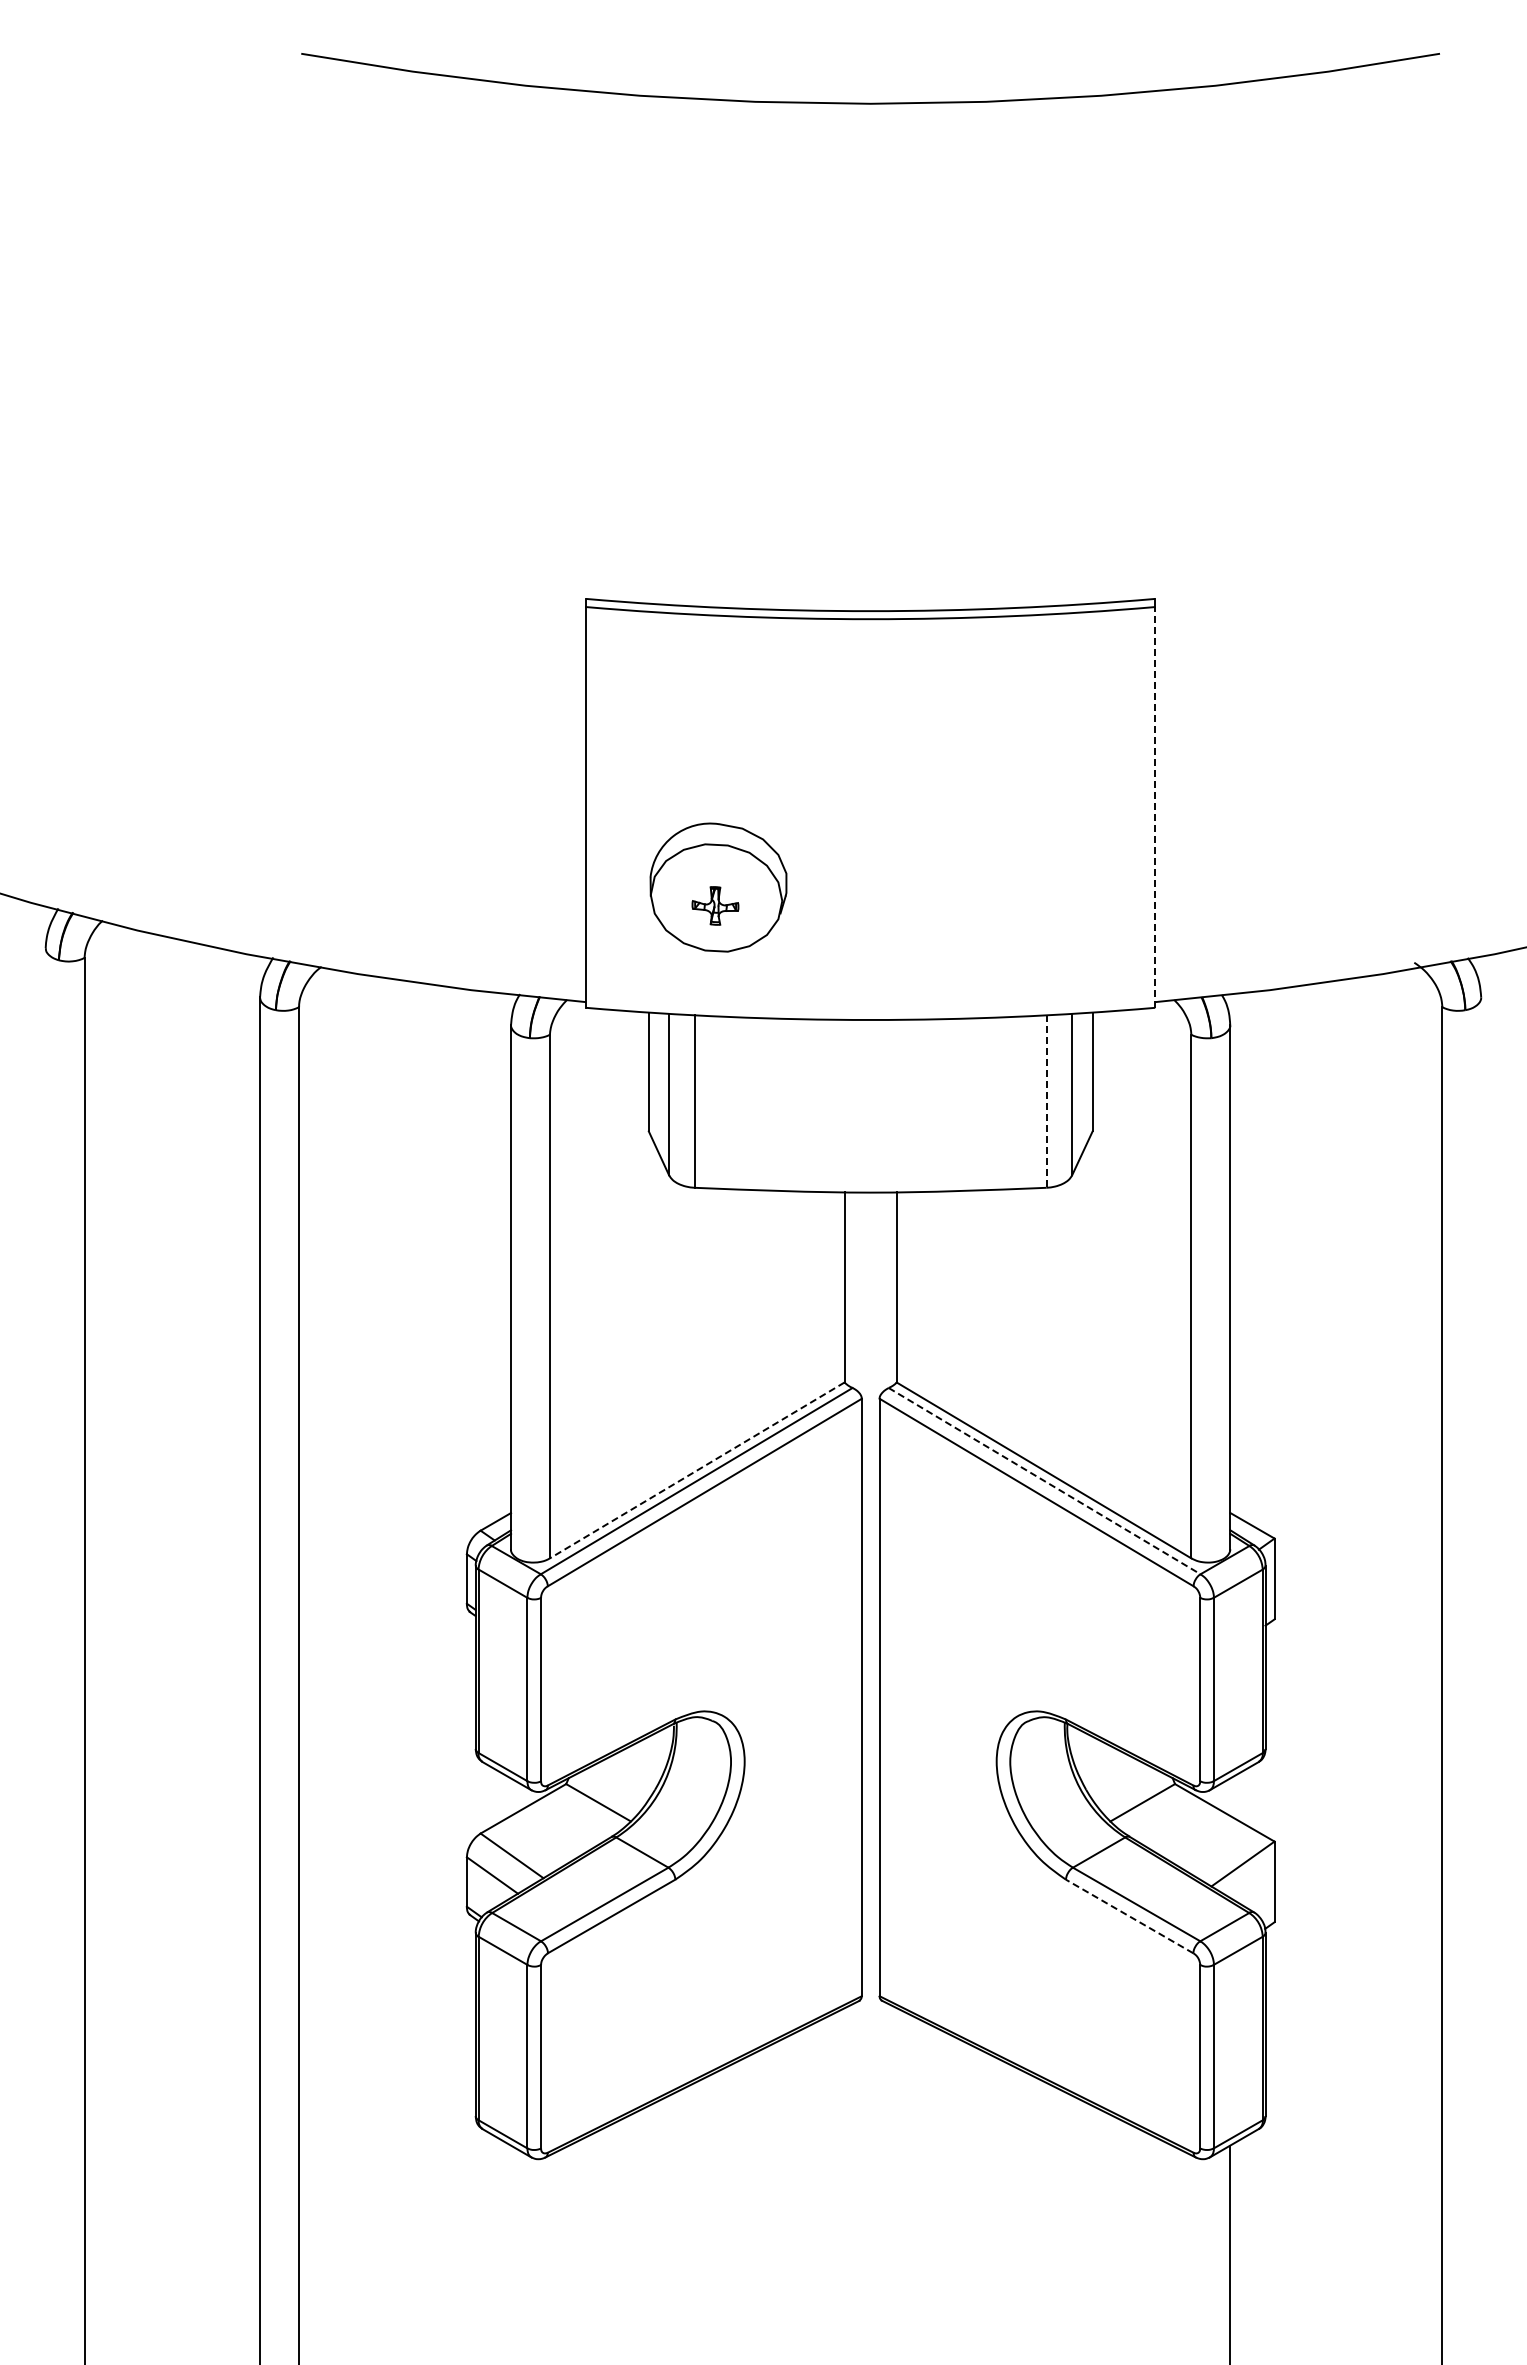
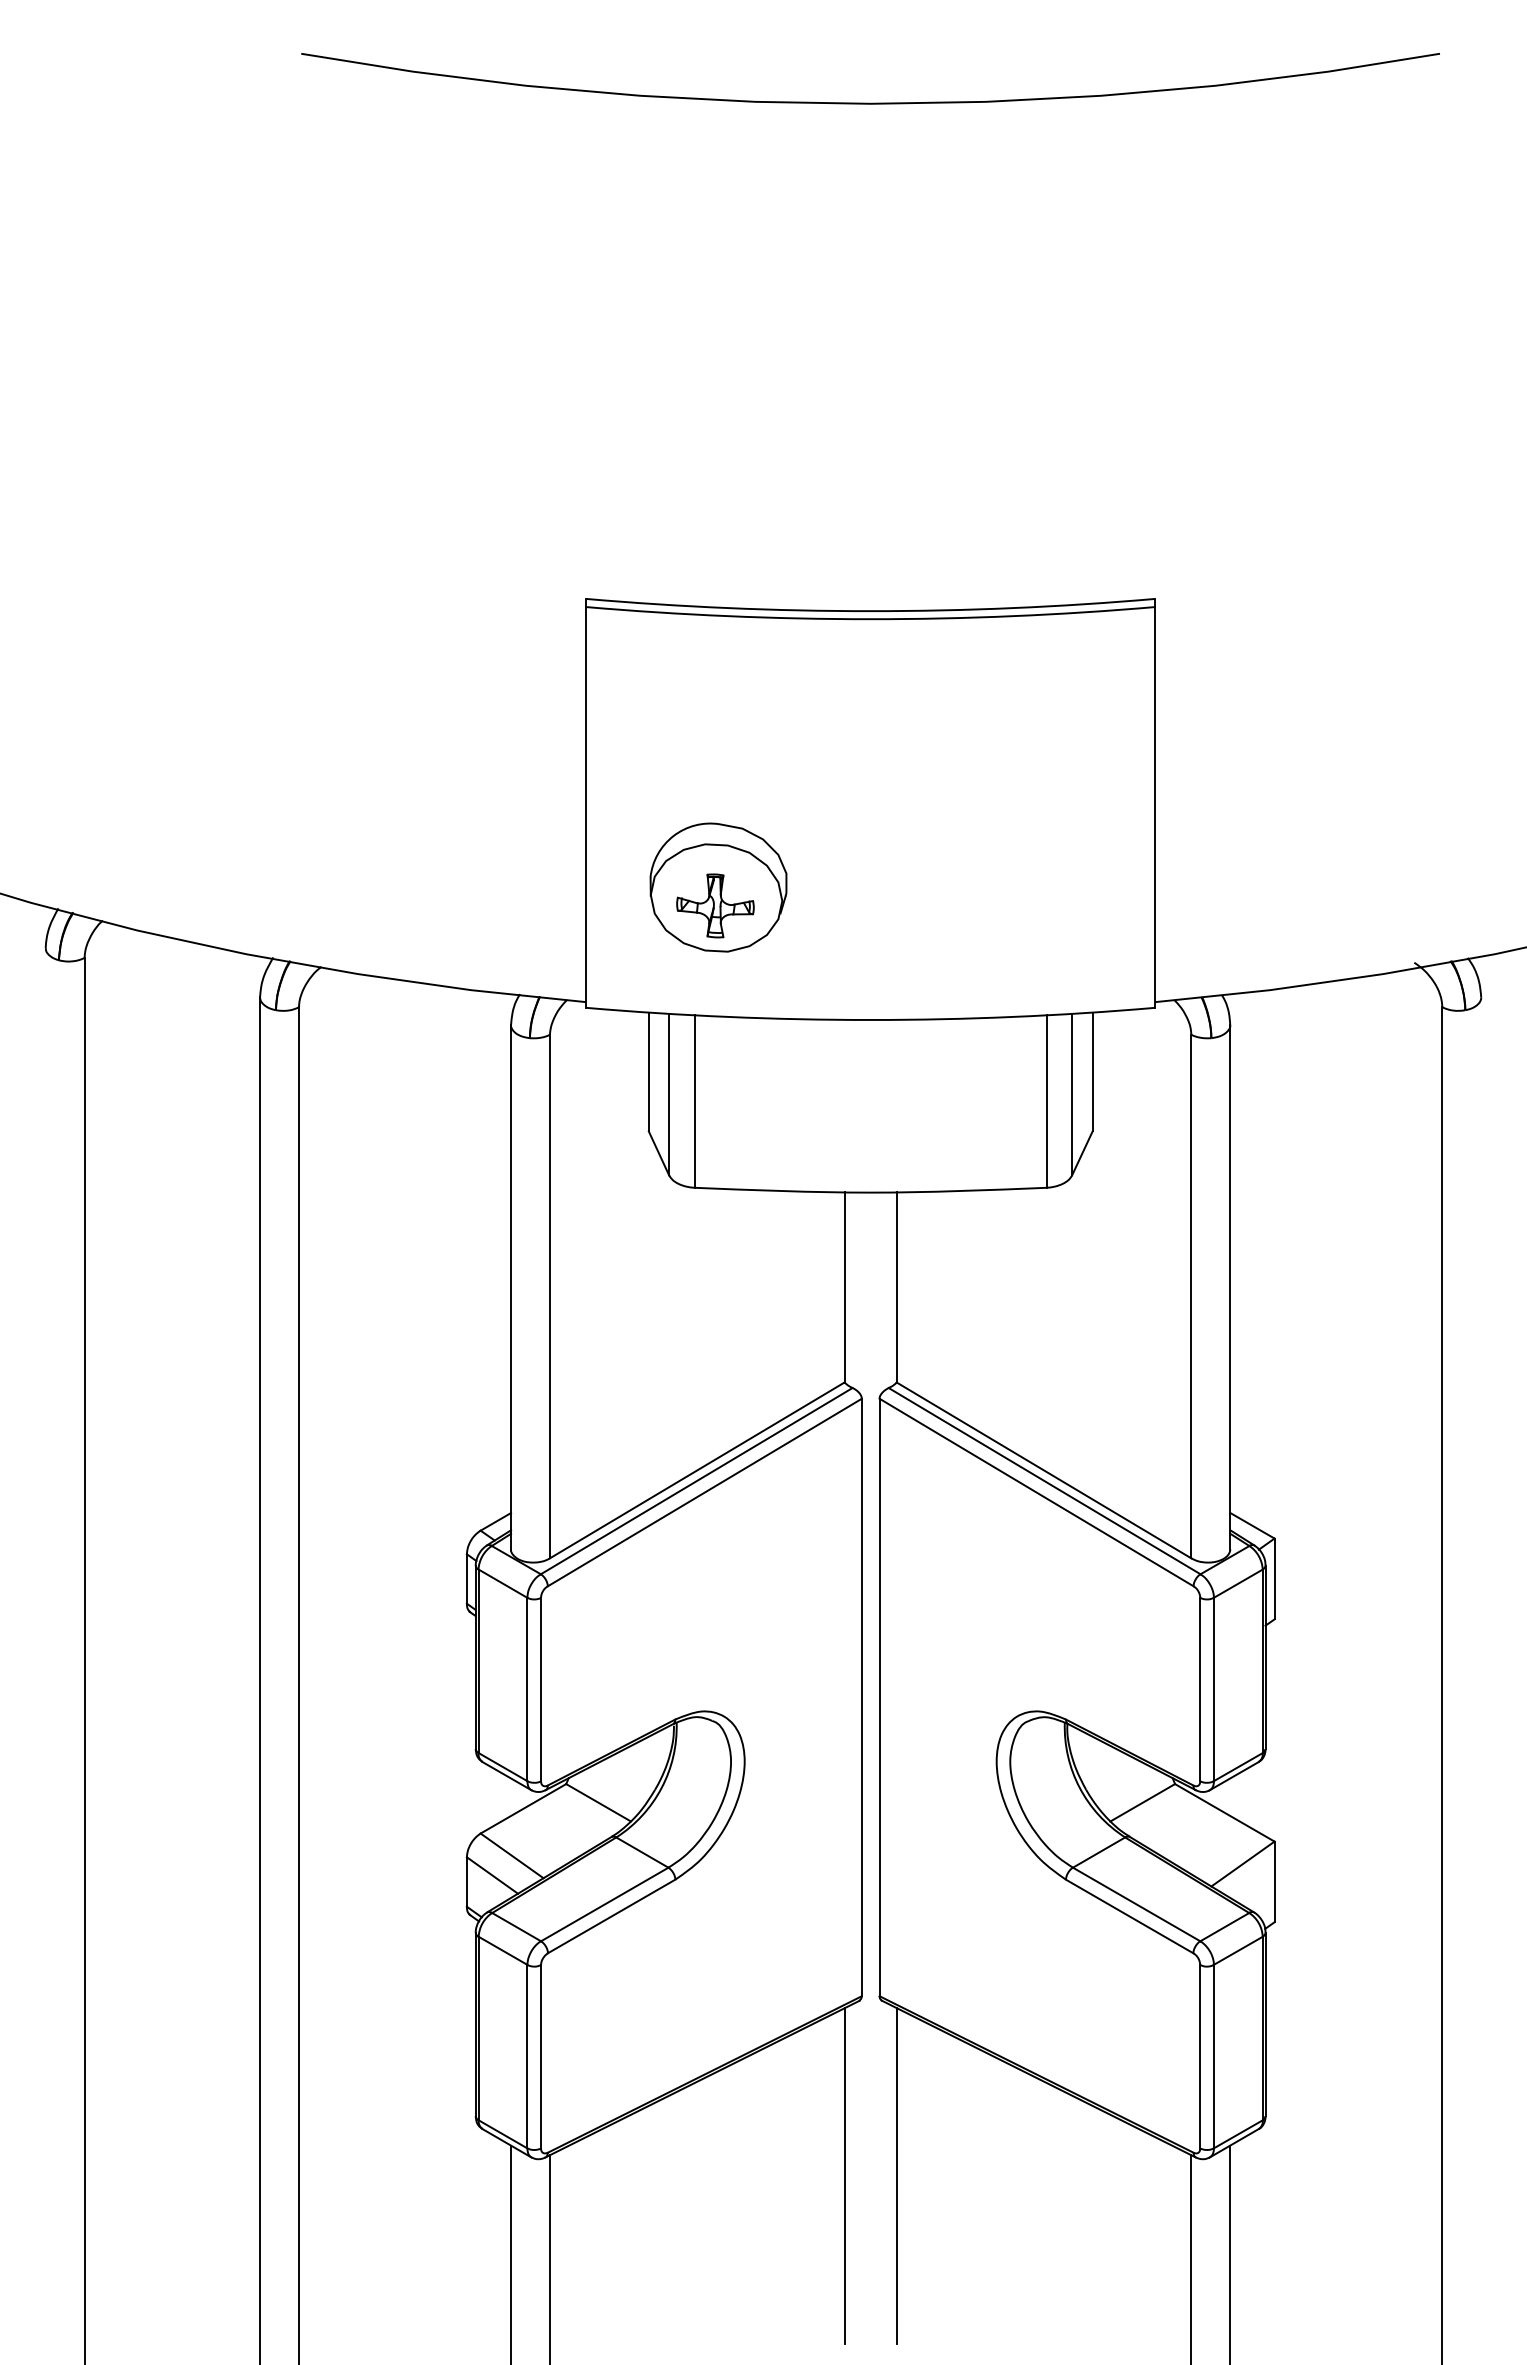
line at (1155, 807): dashed -> solid
part at (715, 905) size: 49x40 px -> 79x66 px
line at (1046, 1102): dashed -> solid
line at (697, 1470): dashed -> solid
line at (1044, 1481): dashed -> solid
line at (1129, 1916): dashed -> solid
line at (844, 2176): none -> present
line at (896, 2176): none -> present
line at (511, 2253): none -> present
line at (549, 2258): none -> present
line at (1191, 2258): none -> present
